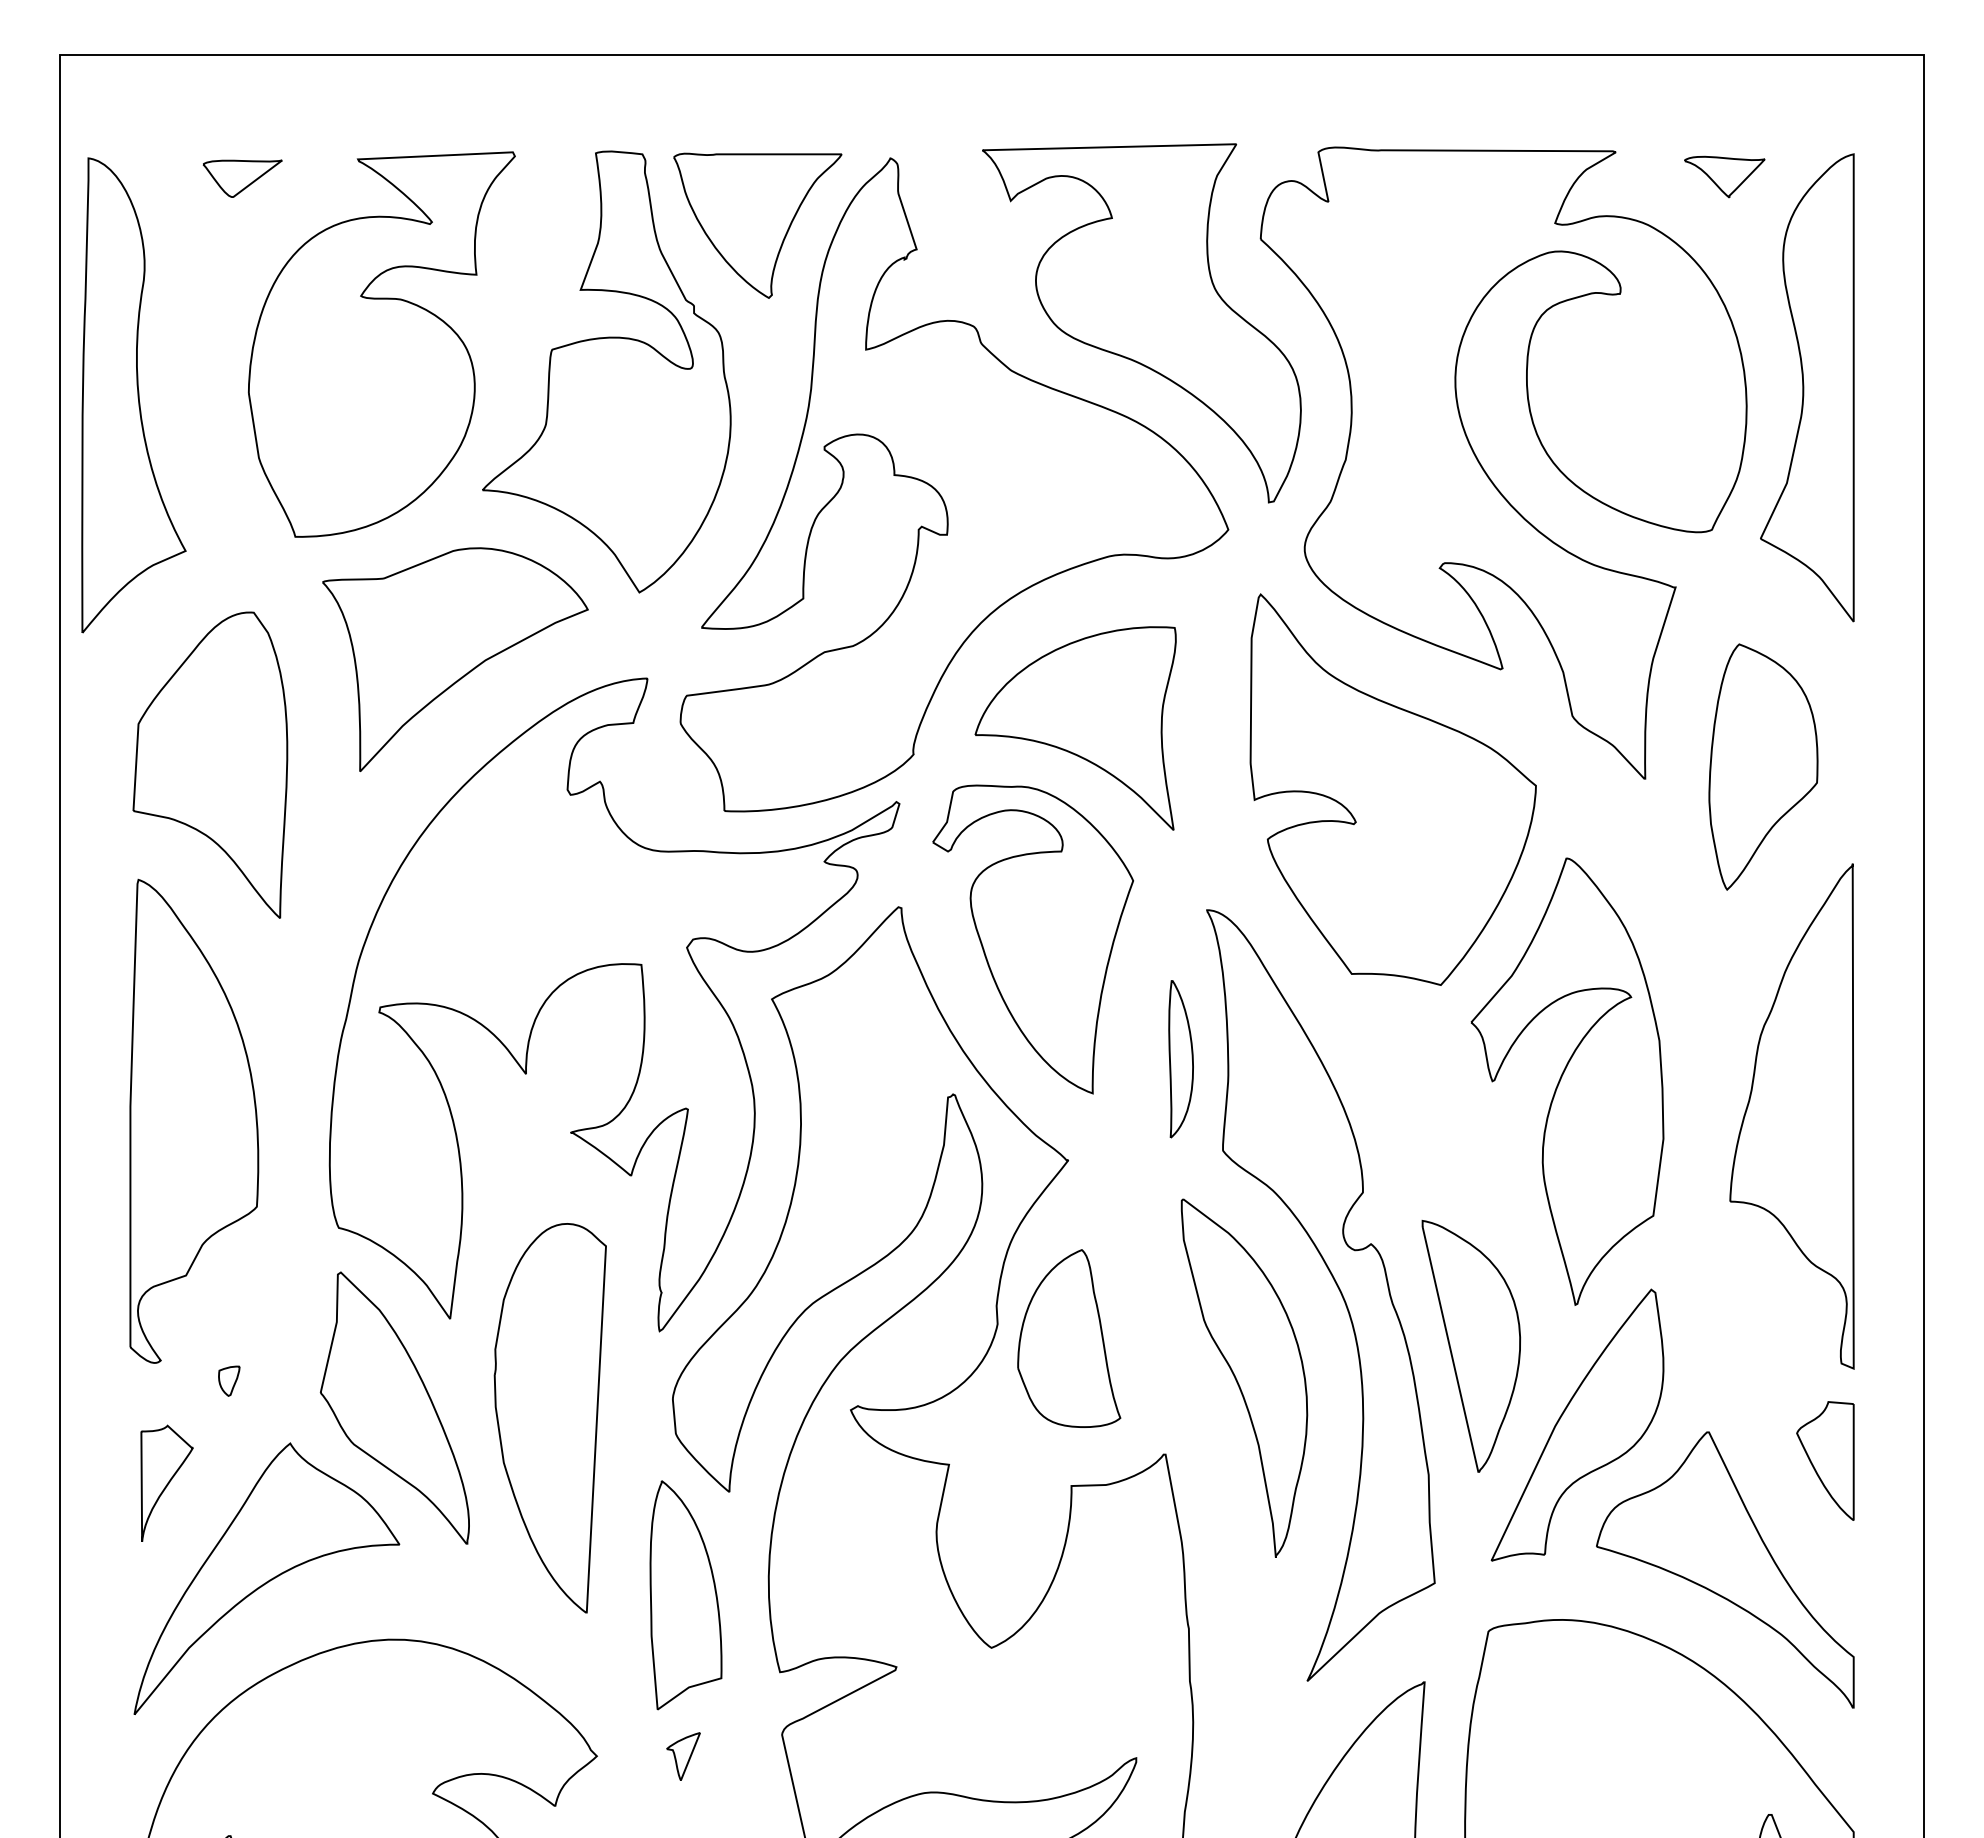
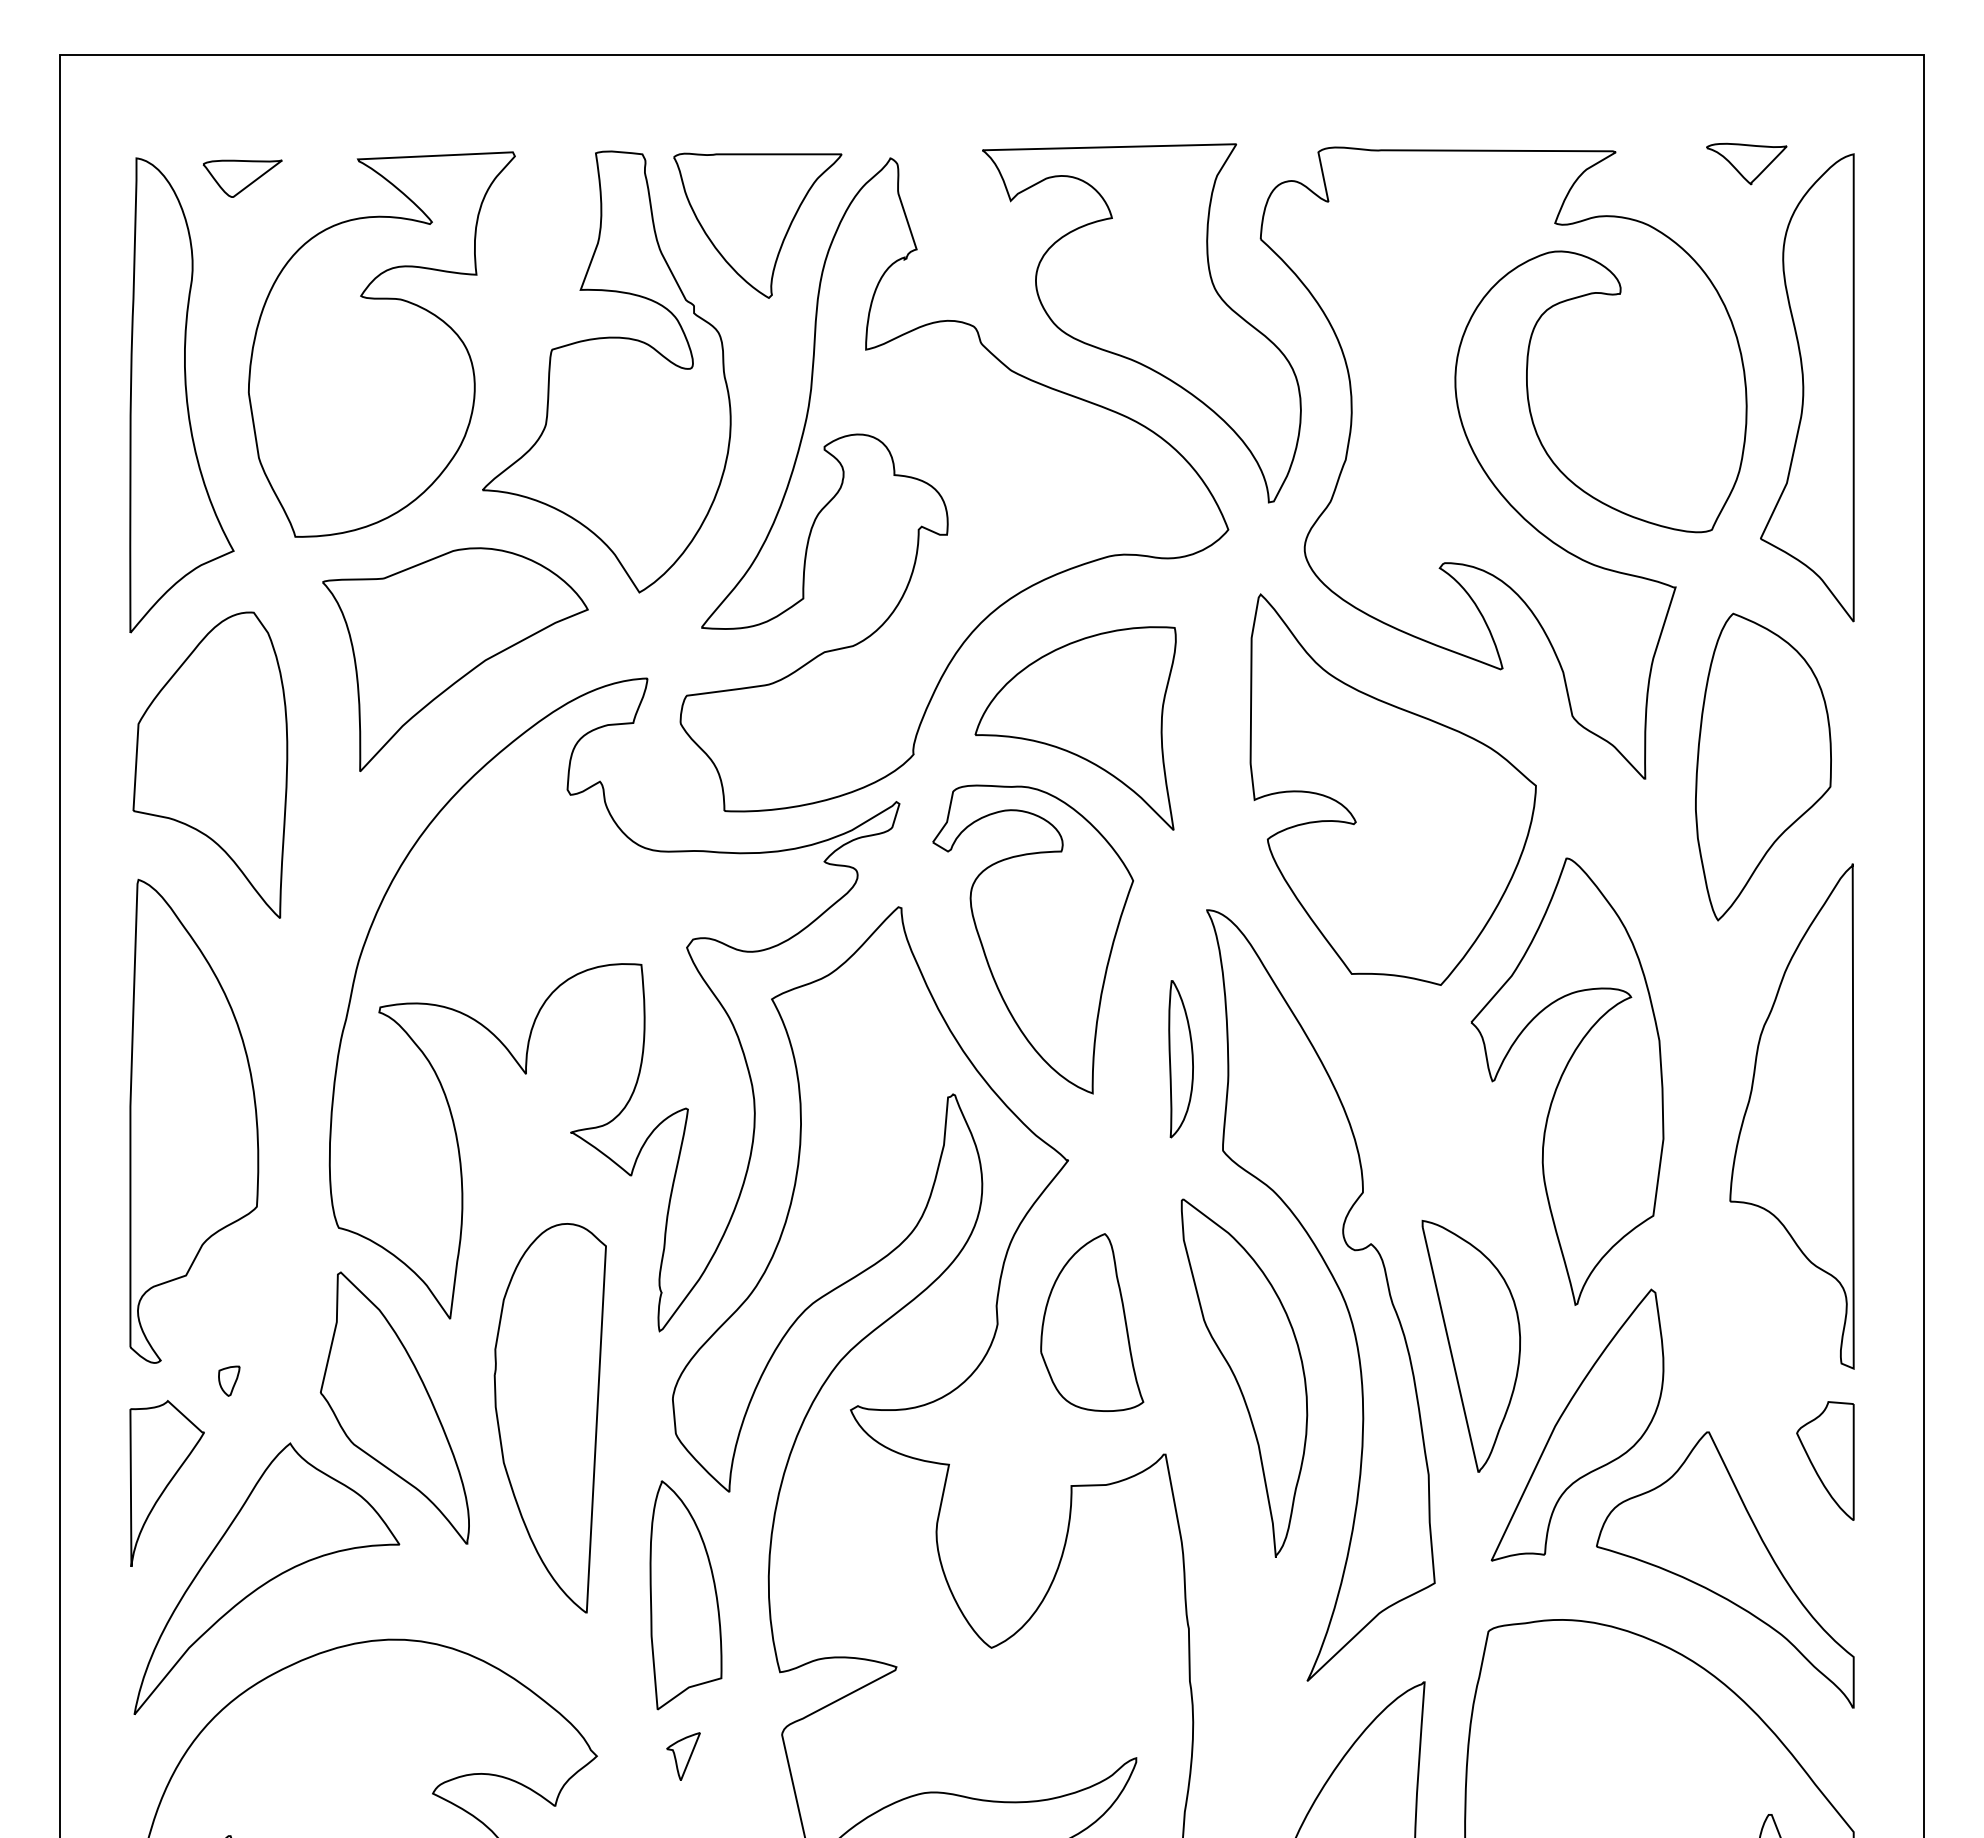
part at (1724, 176) position: (1724, 176) -> (1746, 163)
part at (133, 395) position: (133, 395) -> (181, 395)
part at (1763, 766) size: 111x248 px -> 137x310 px
part at (1069, 1338) position: (1069, 1338) -> (1092, 1322)
part at (166, 1482) size: 54x118 px -> 76x167 px
